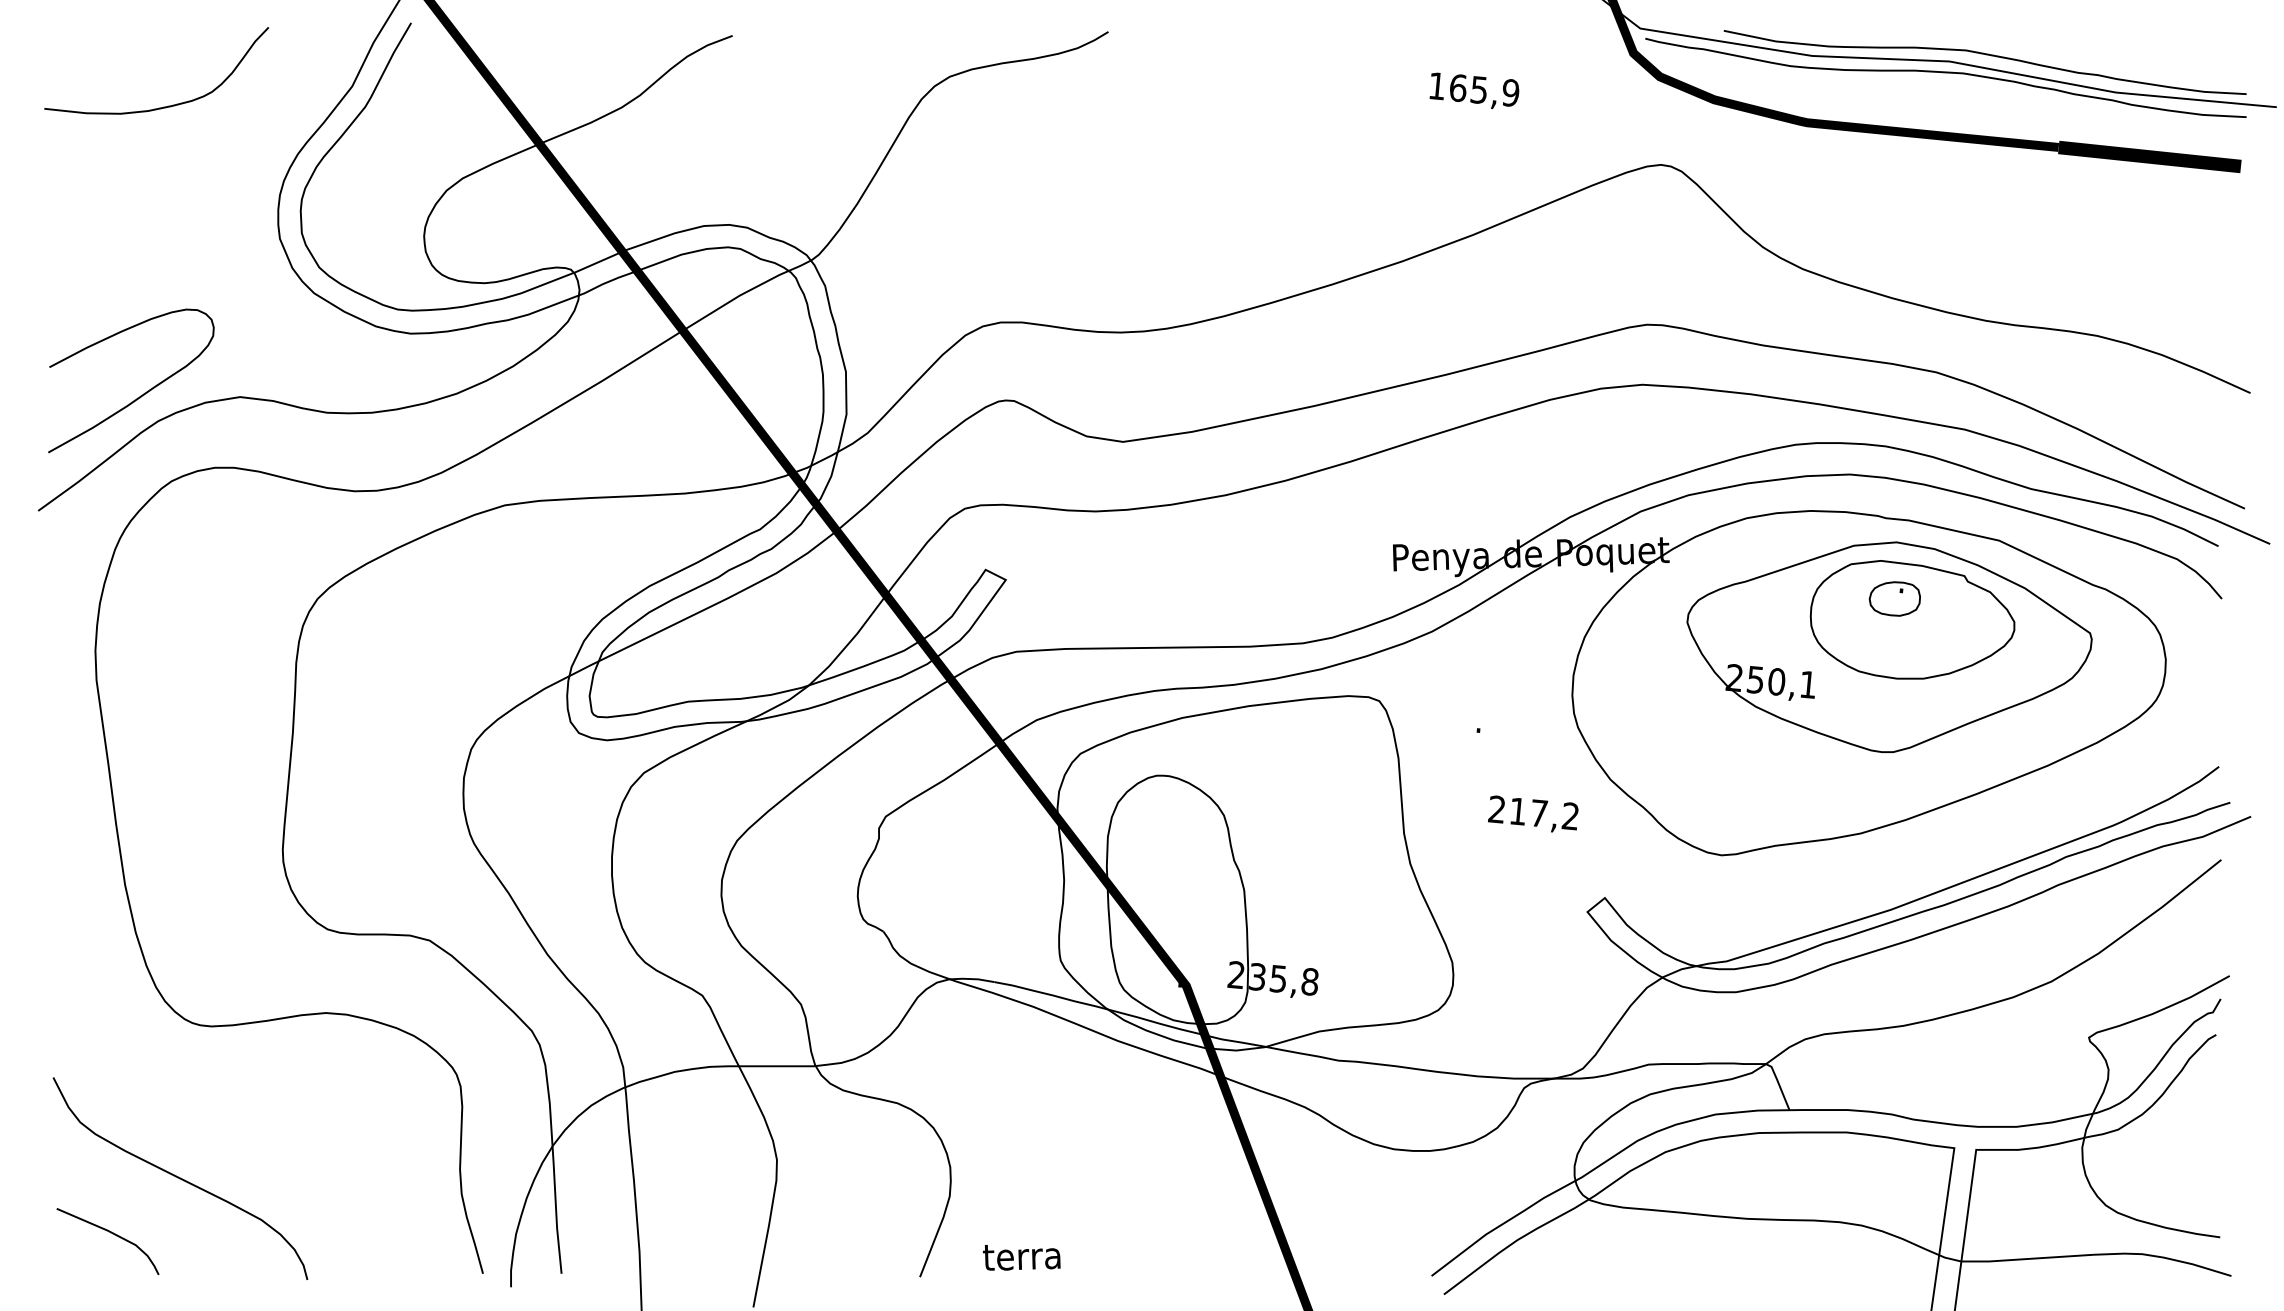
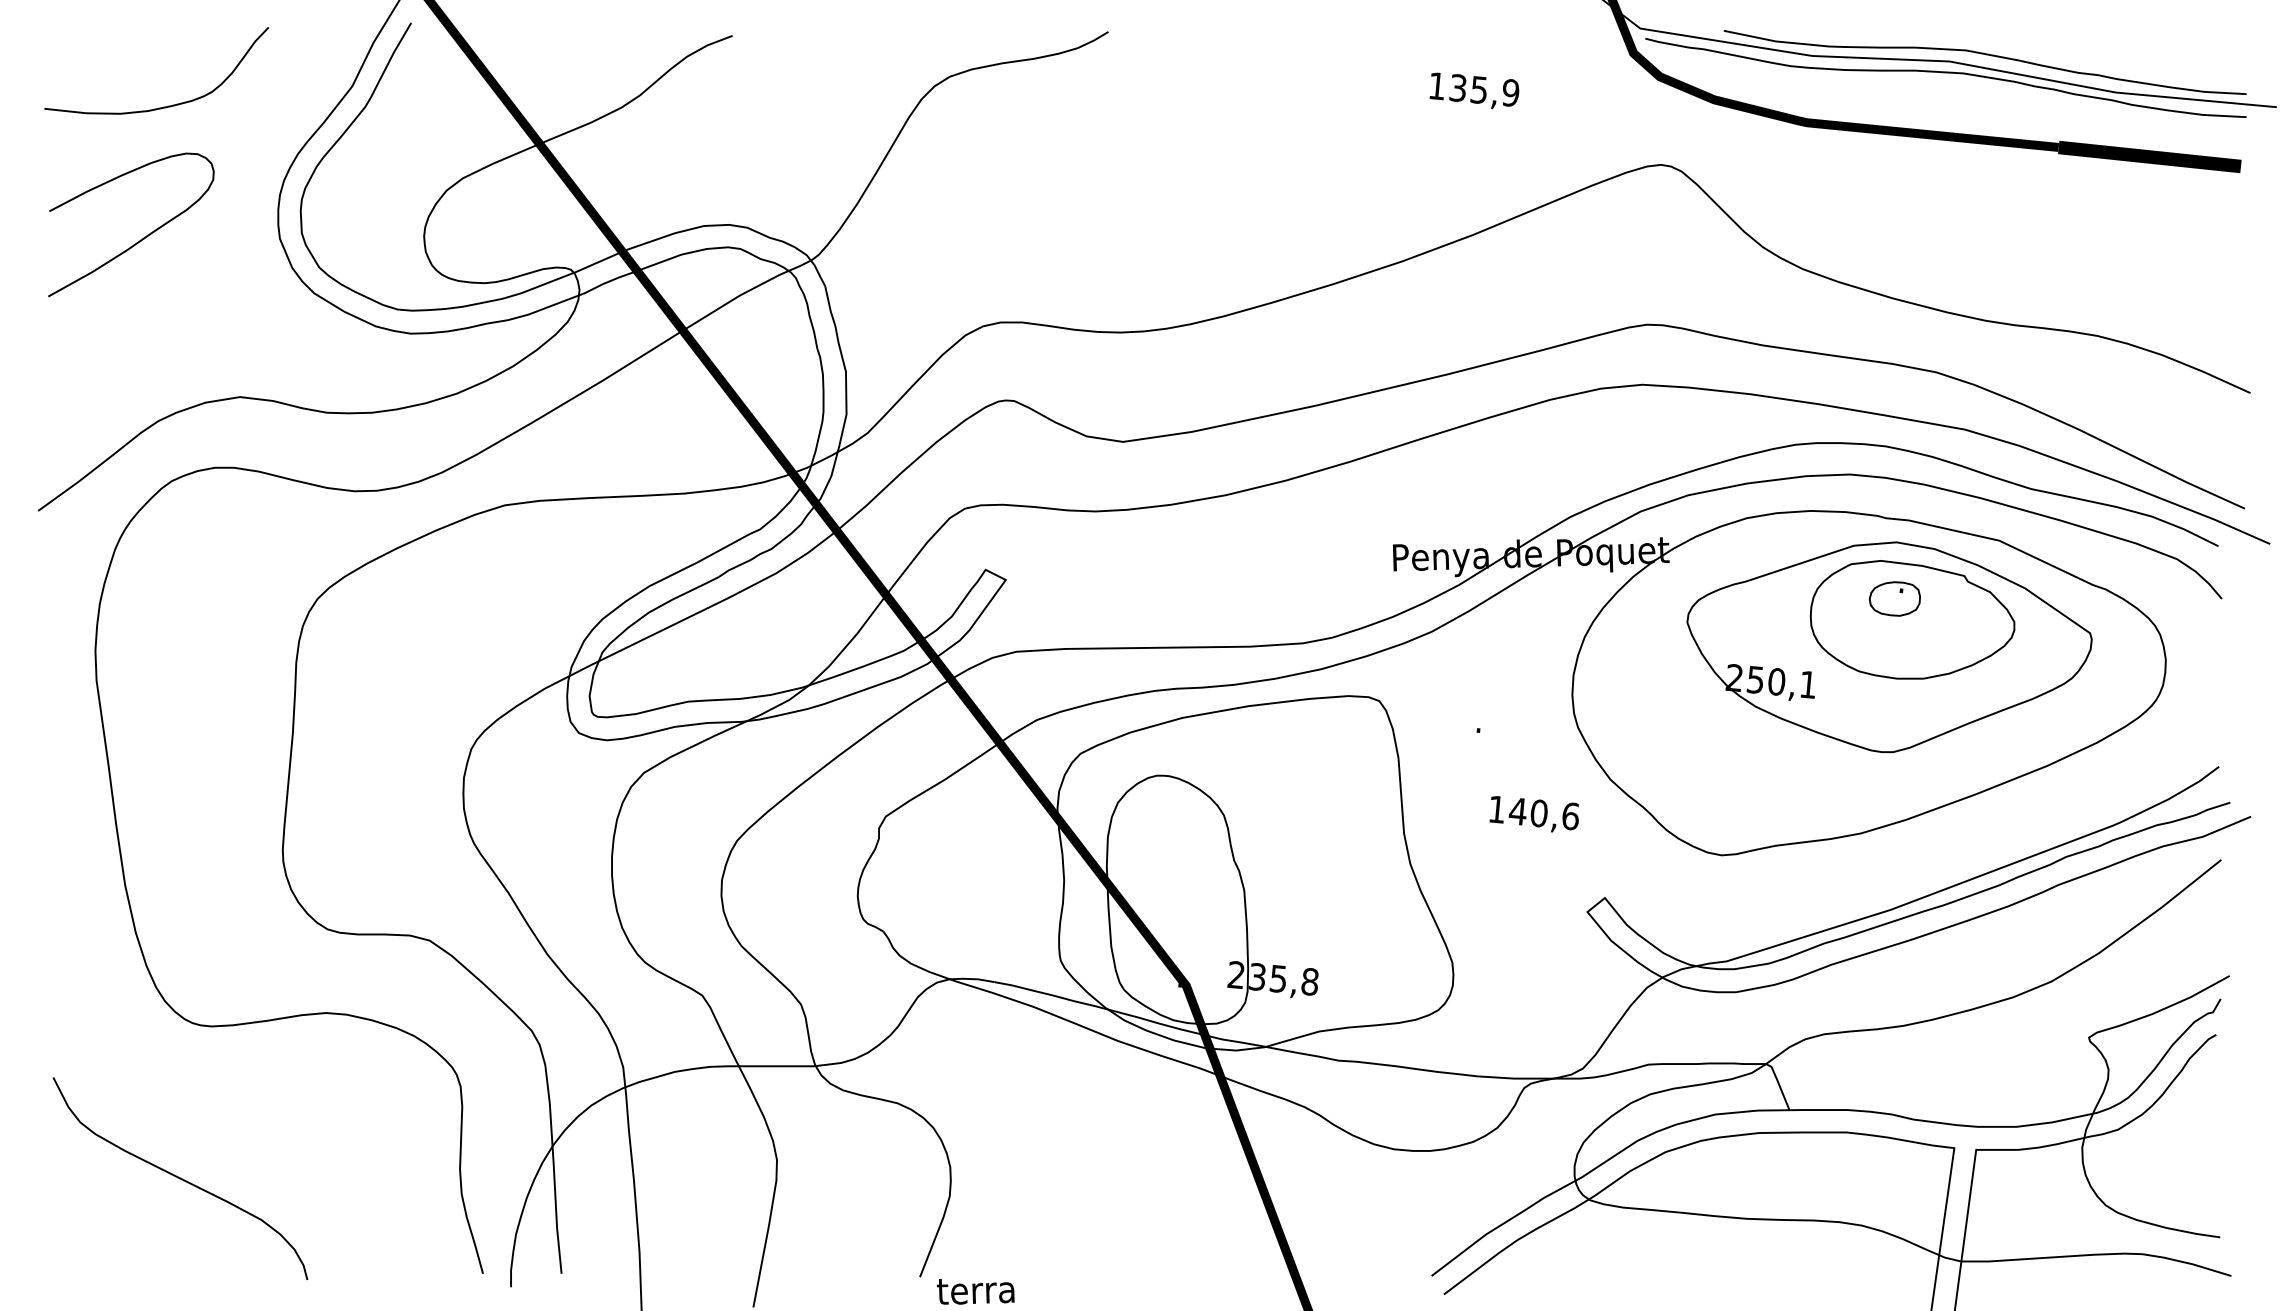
text at (1457, 88): 165,9 -> 135,9
curve at (140, 395) position: (140, 395) -> (140, 239)
text at (1533, 812): 217,2 -> 140,6
curve at (110, 1233): present -> none
text at (1021, 1257) position: (1021, 1257) -> (975, 1291)
